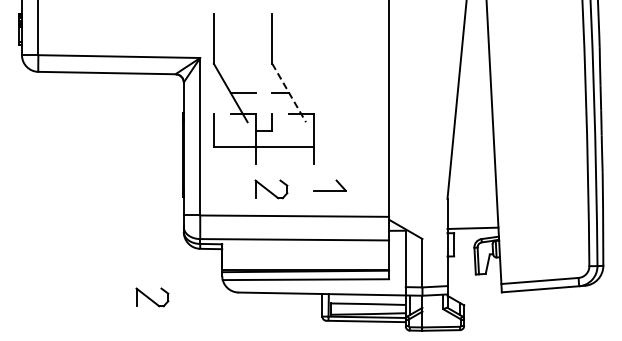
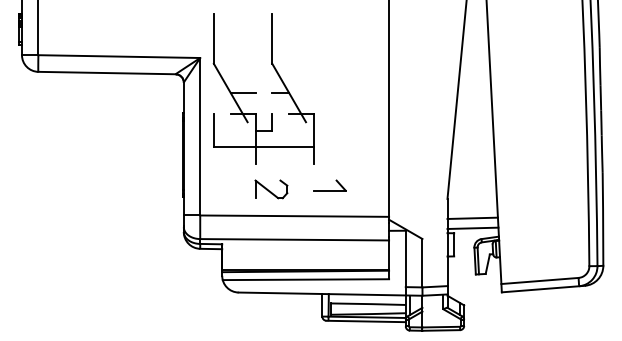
line at (289, 93): dashed -> solid
line at (472, 217): none -> present
part at (152, 297): present -> none
